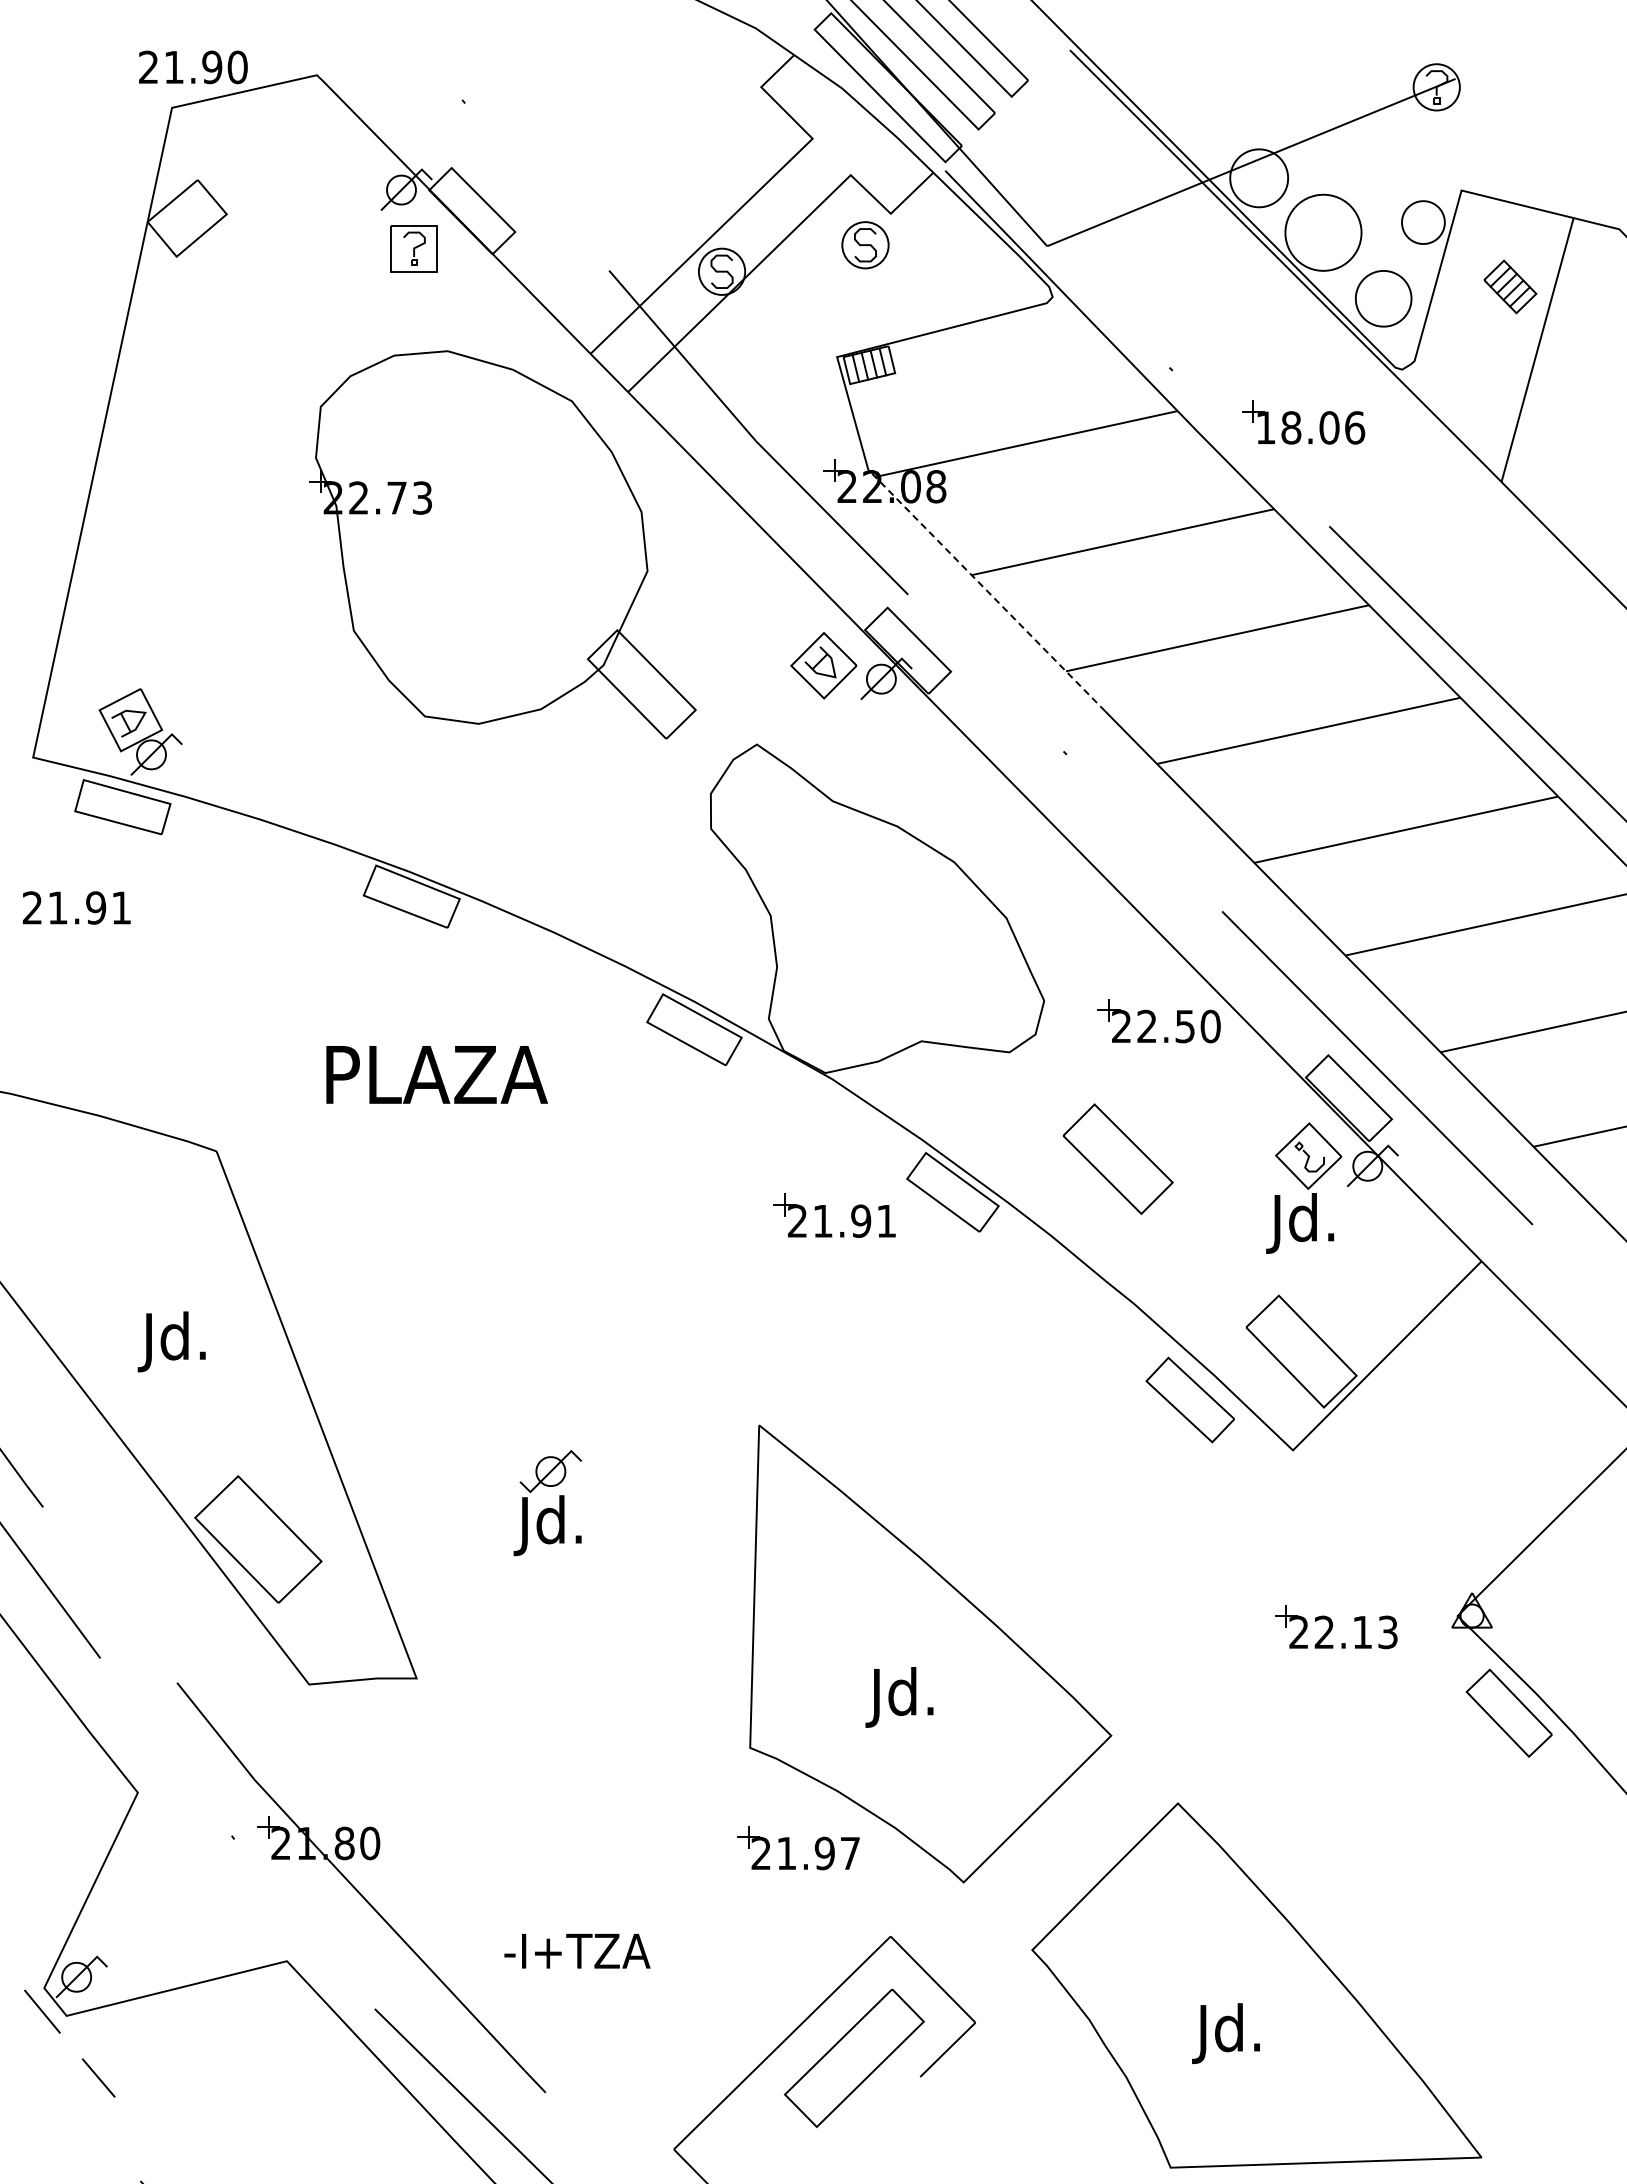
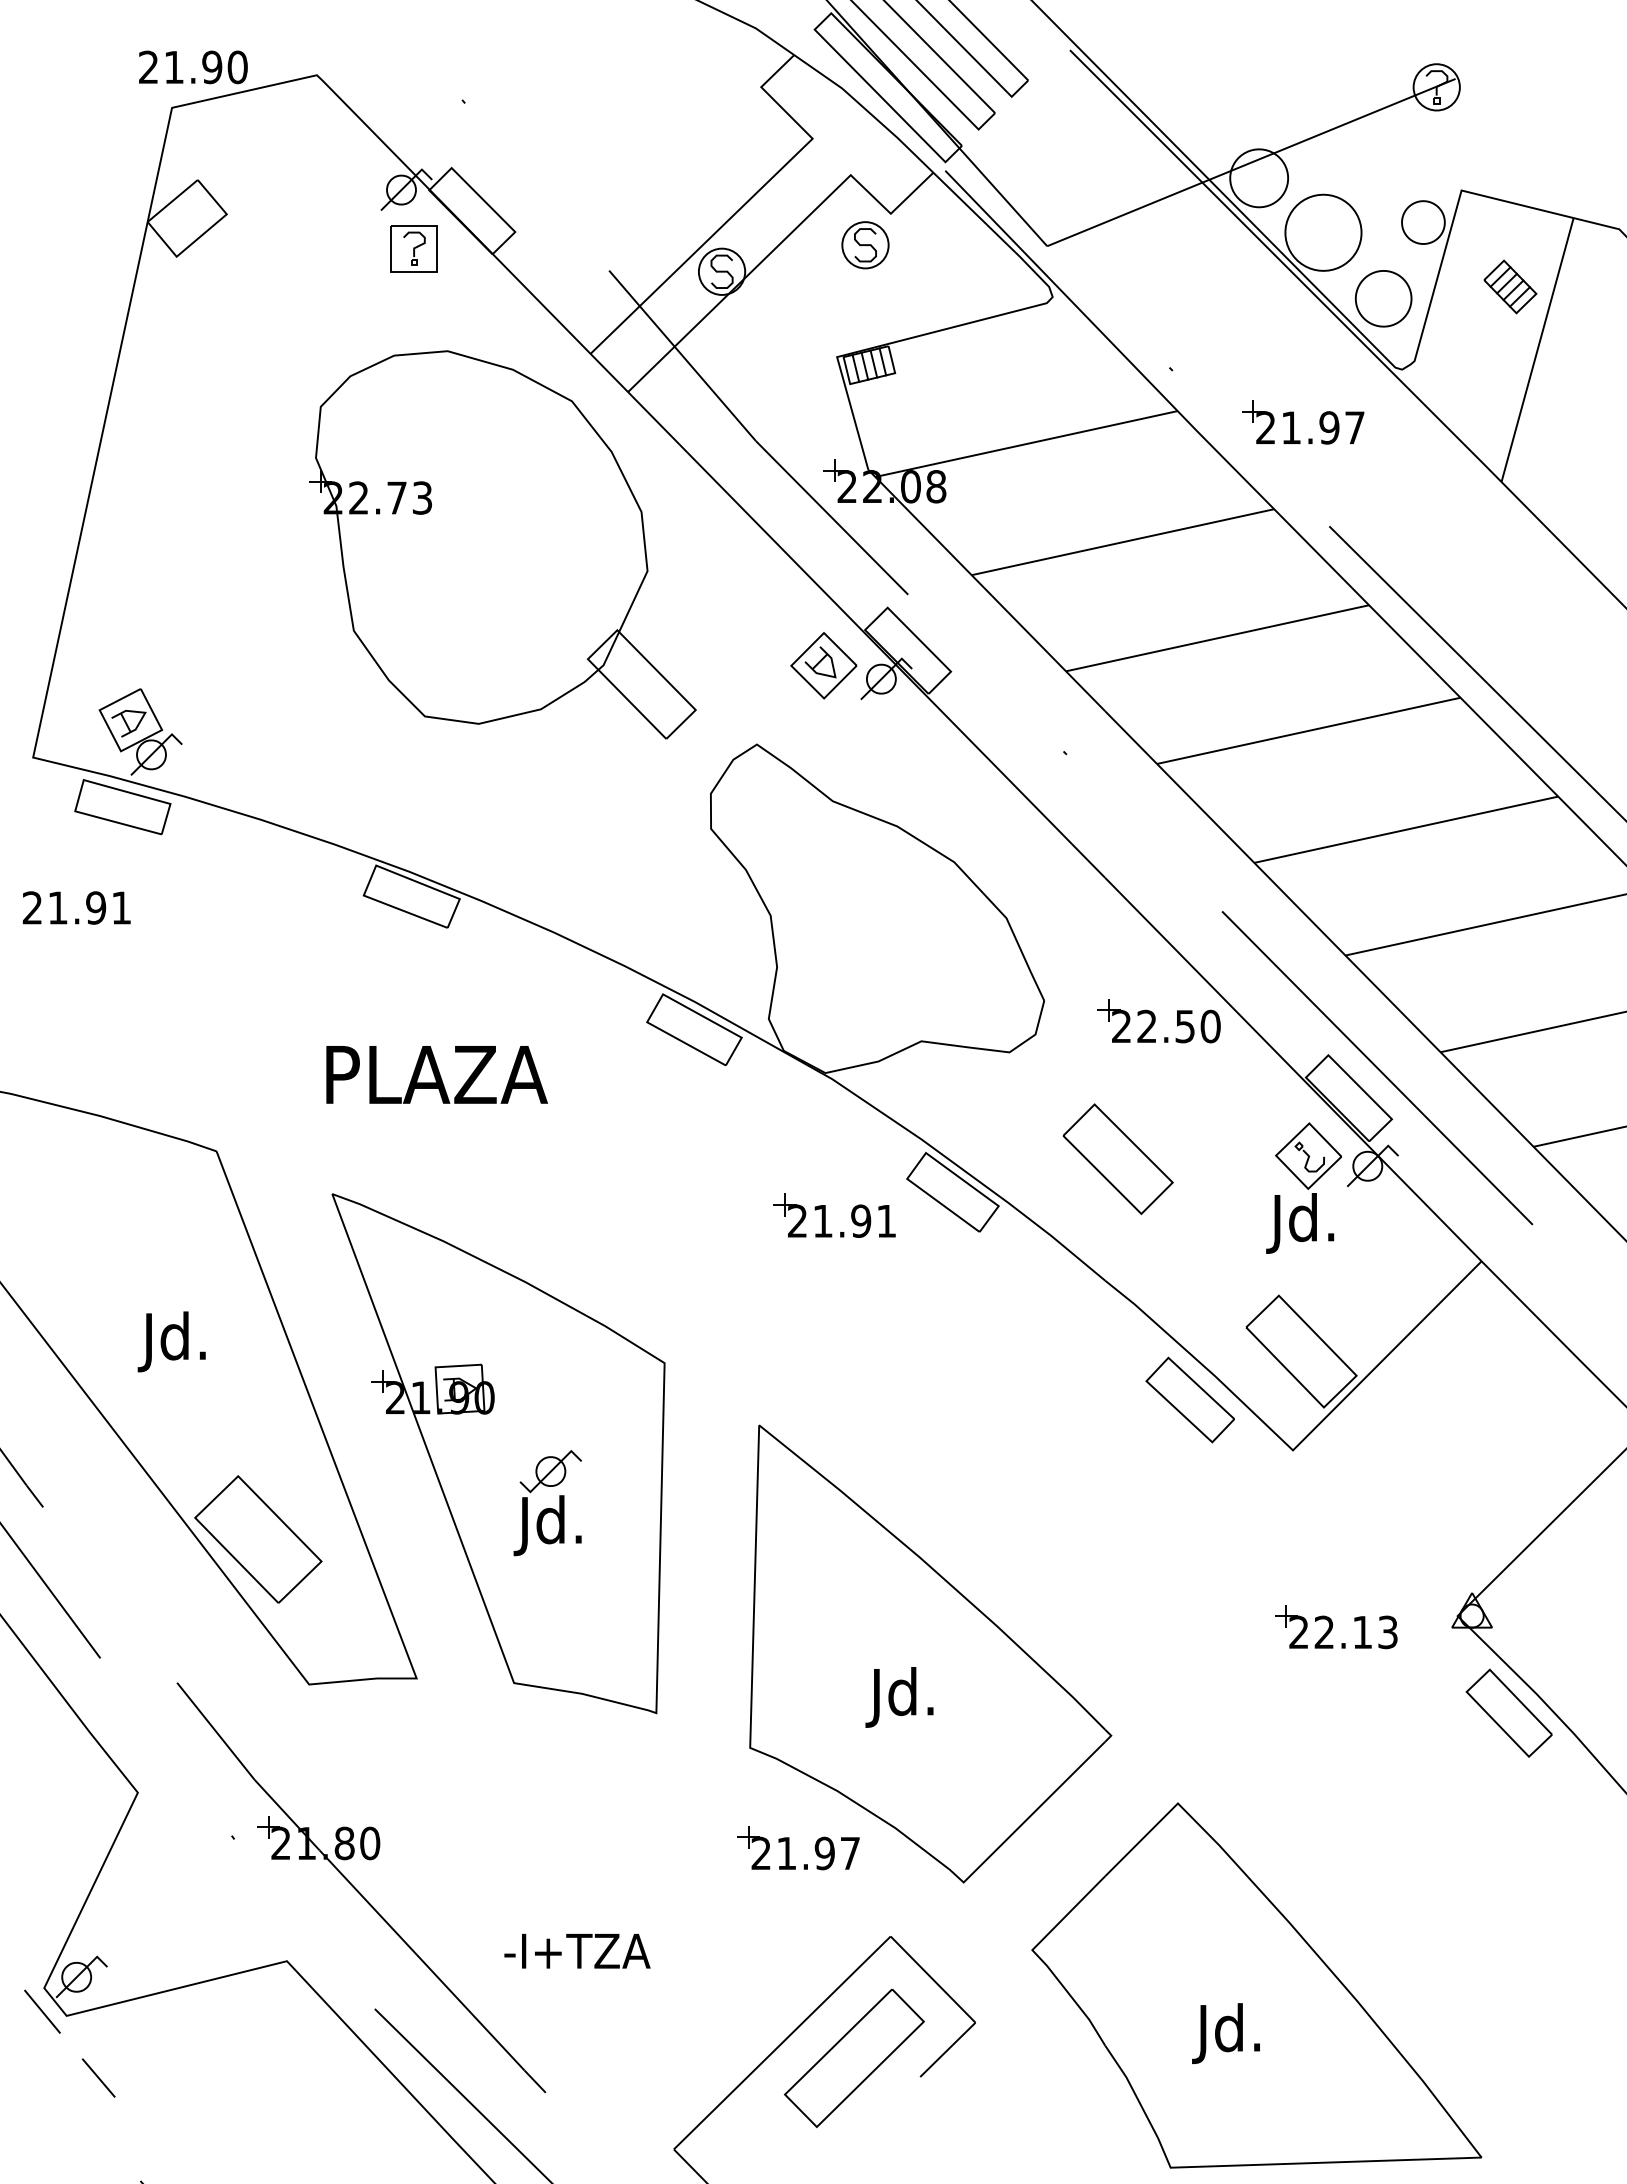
text at (1310, 427): 18.06 -> 21.97
line at (986, 590): dashed -> solid
part at (498, 1453): none -> present
